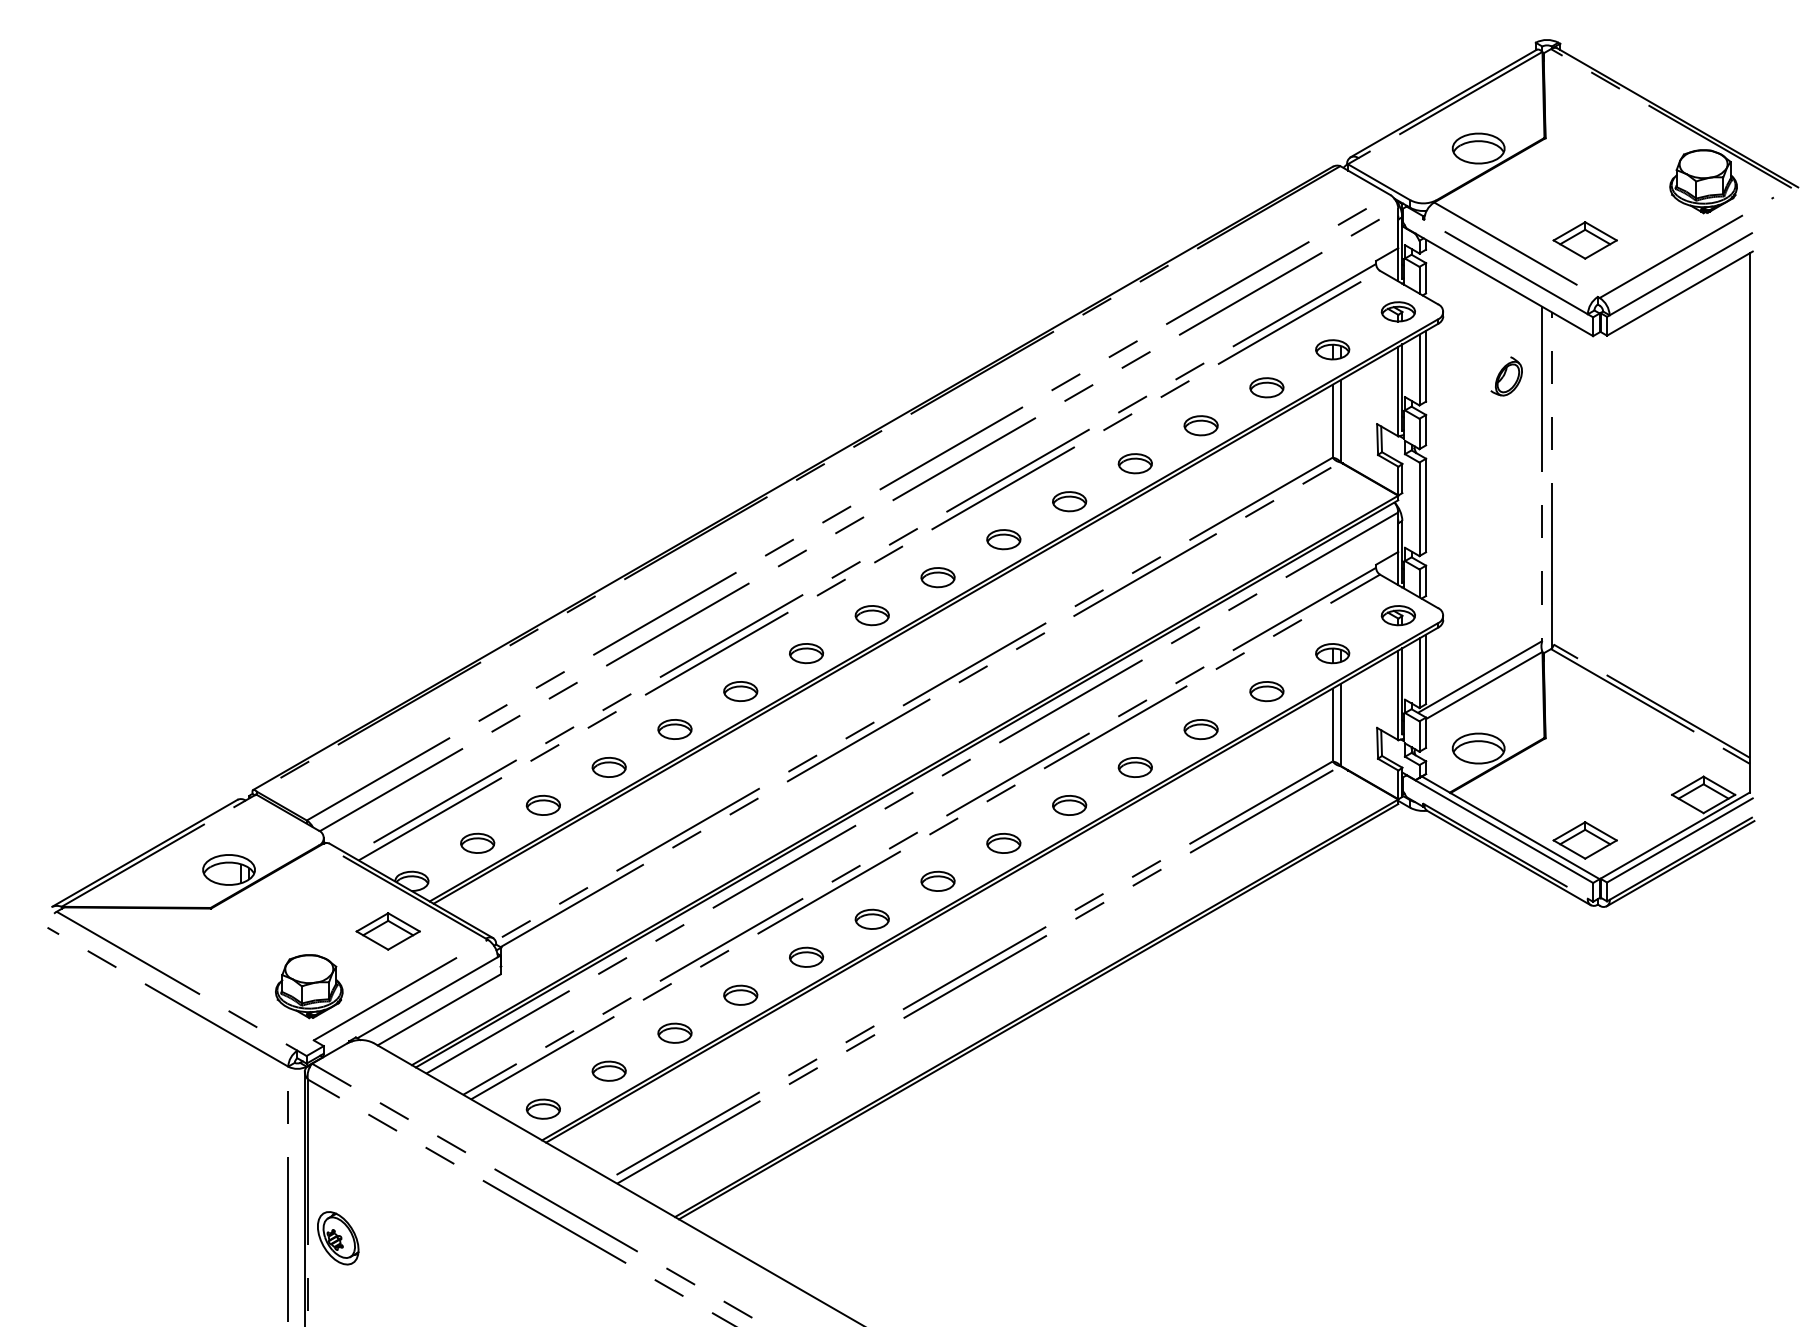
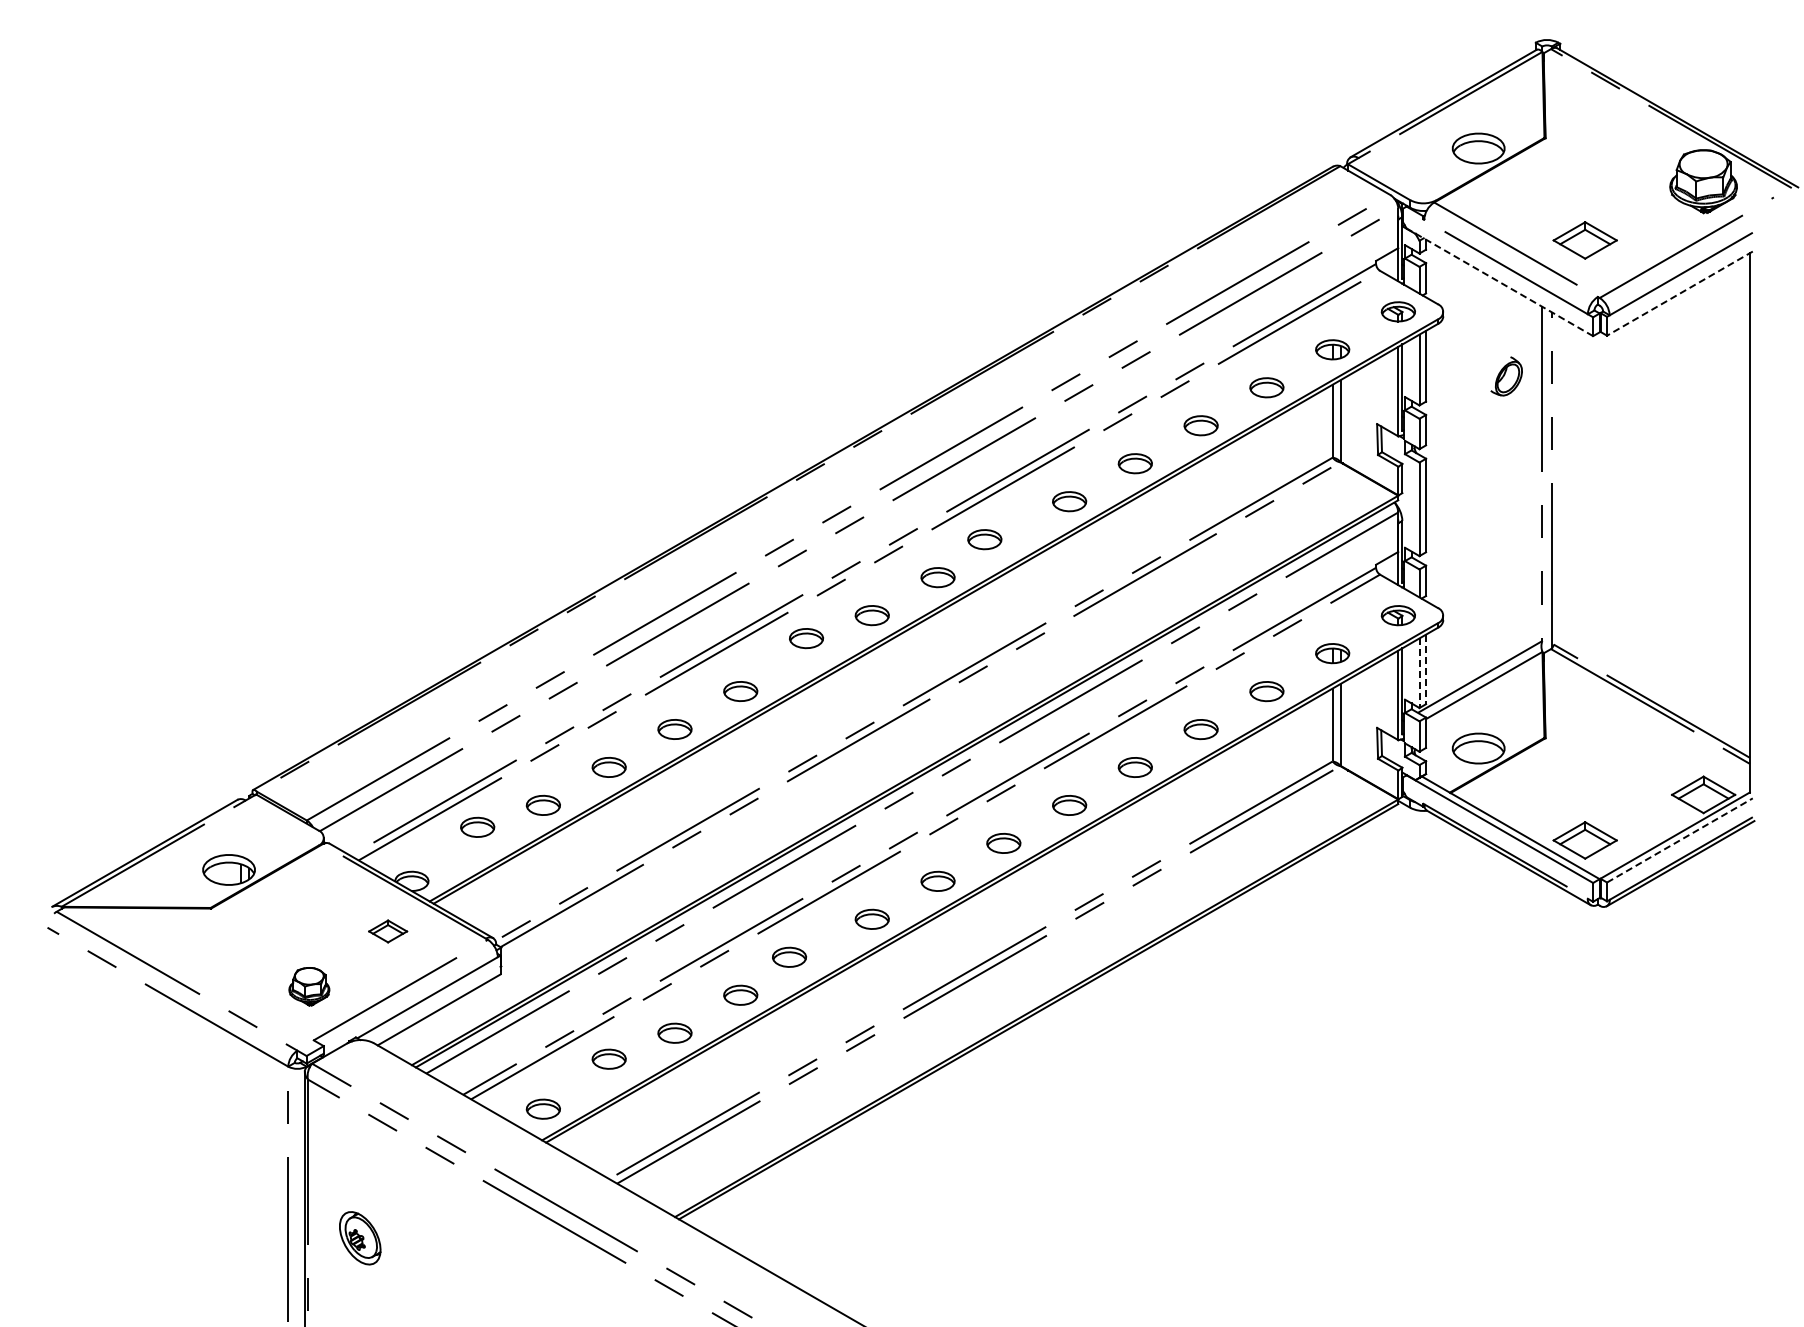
line at (1499, 282): solid -> dashed
line at (1679, 293): solid -> dashed
part at (1003, 539) position: (1003, 539) -> (984, 539)
part at (806, 653) position: (806, 653) -> (806, 638)
line at (1426, 669): solid -> dashed
line at (1419, 673): solid -> dashed
line at (1680, 840): solid -> dashed
part at (477, 842) position: (477, 842) -> (477, 826)
part at (387, 931) size: 66x39 px -> 41x25 px
part at (806, 956) position: (806, 956) -> (789, 956)
part at (309, 986) size: 69x66 px -> 43x40 px
part at (608, 1070) position: (608, 1070) -> (608, 1058)
part at (338, 1238) position: (338, 1238) -> (360, 1238)
